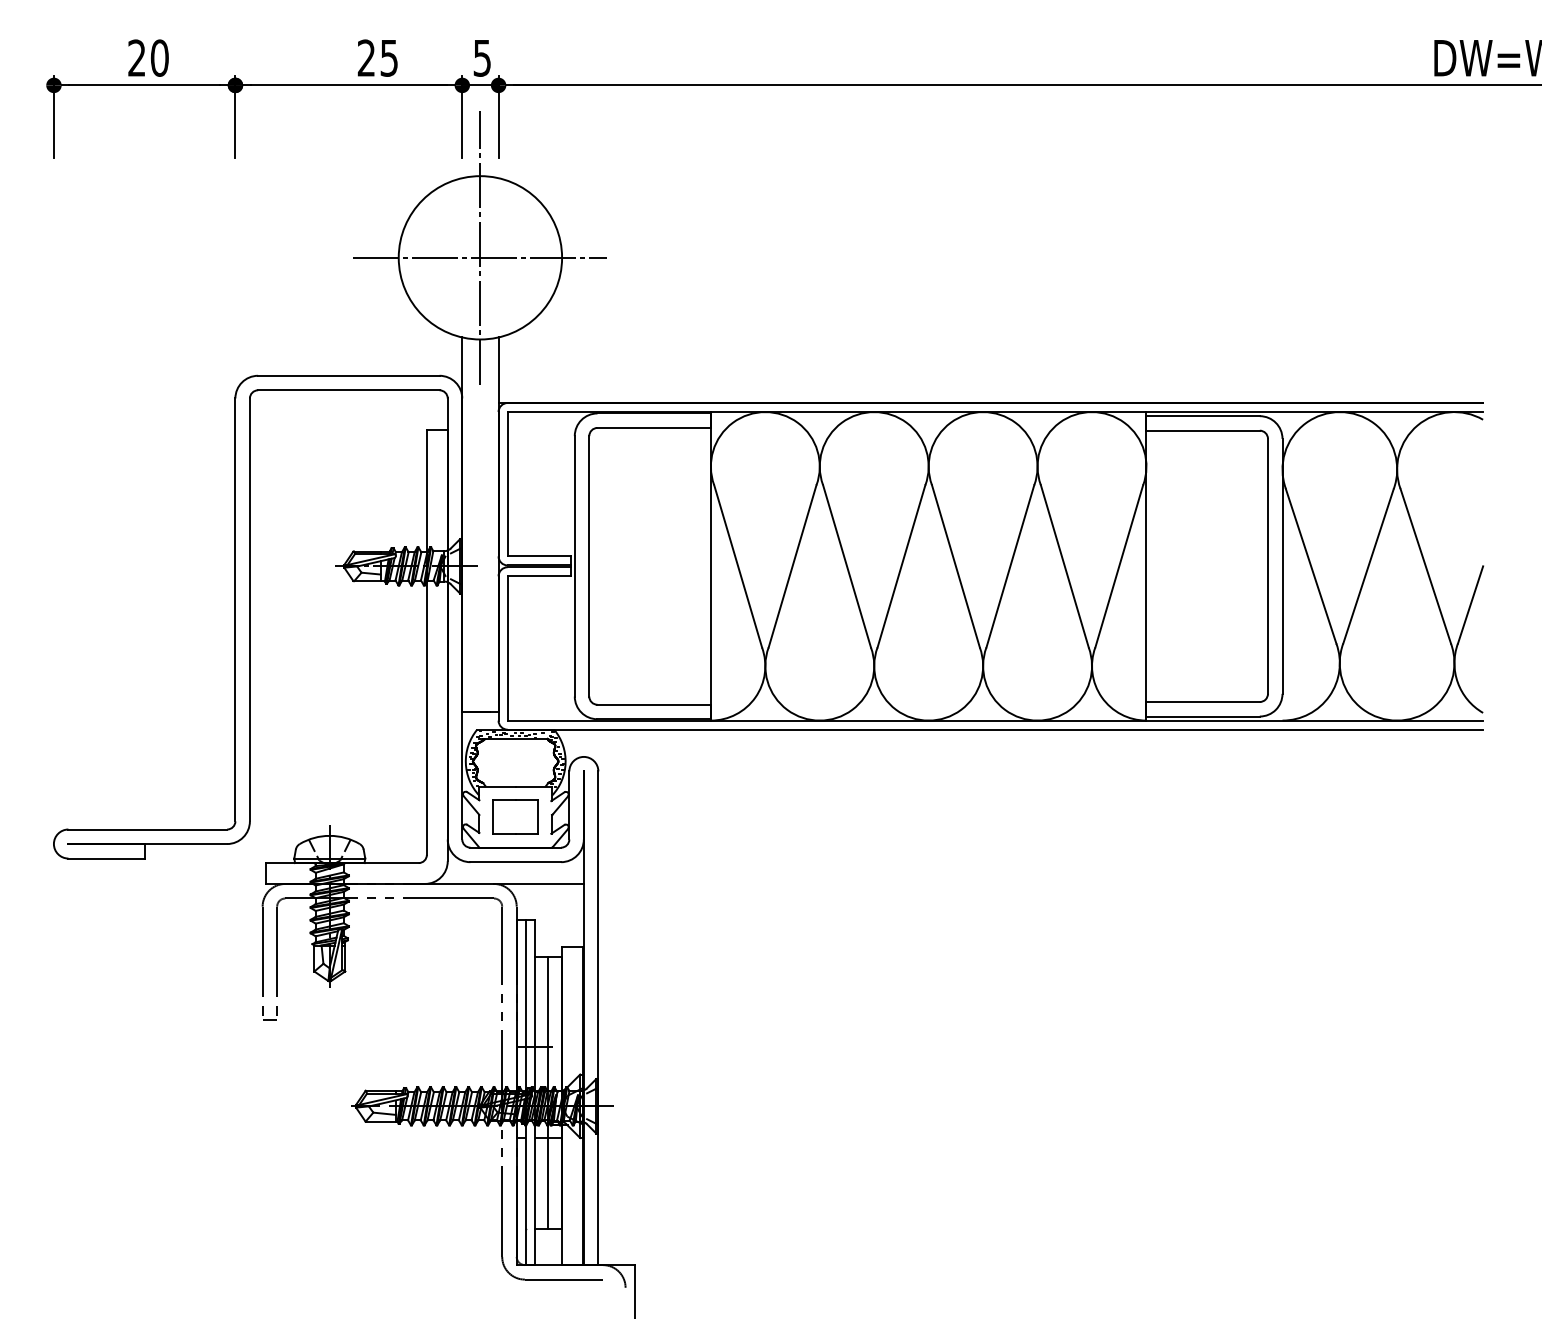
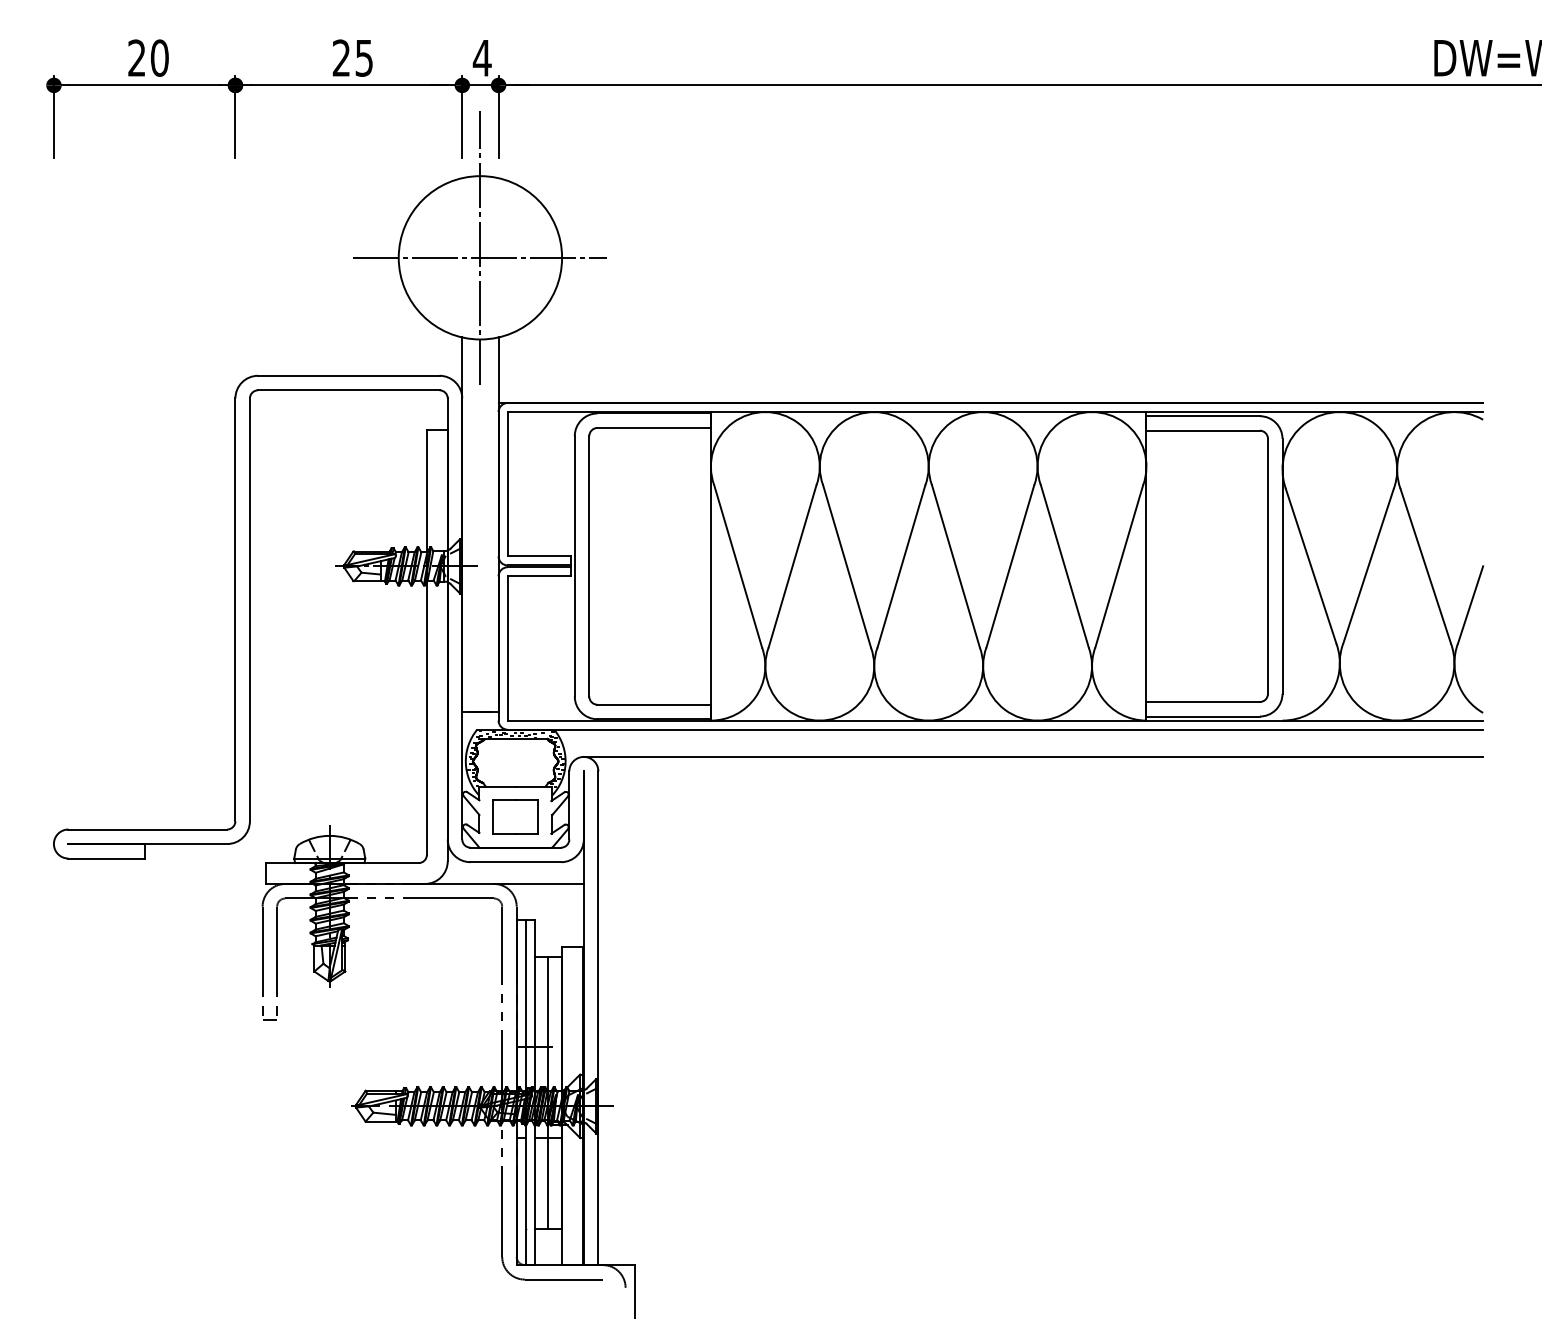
text at (377, 57) position: (377, 57) -> (352, 57)
text at (481, 58): 5 -> 4
line at (1033, 756): none -> present
